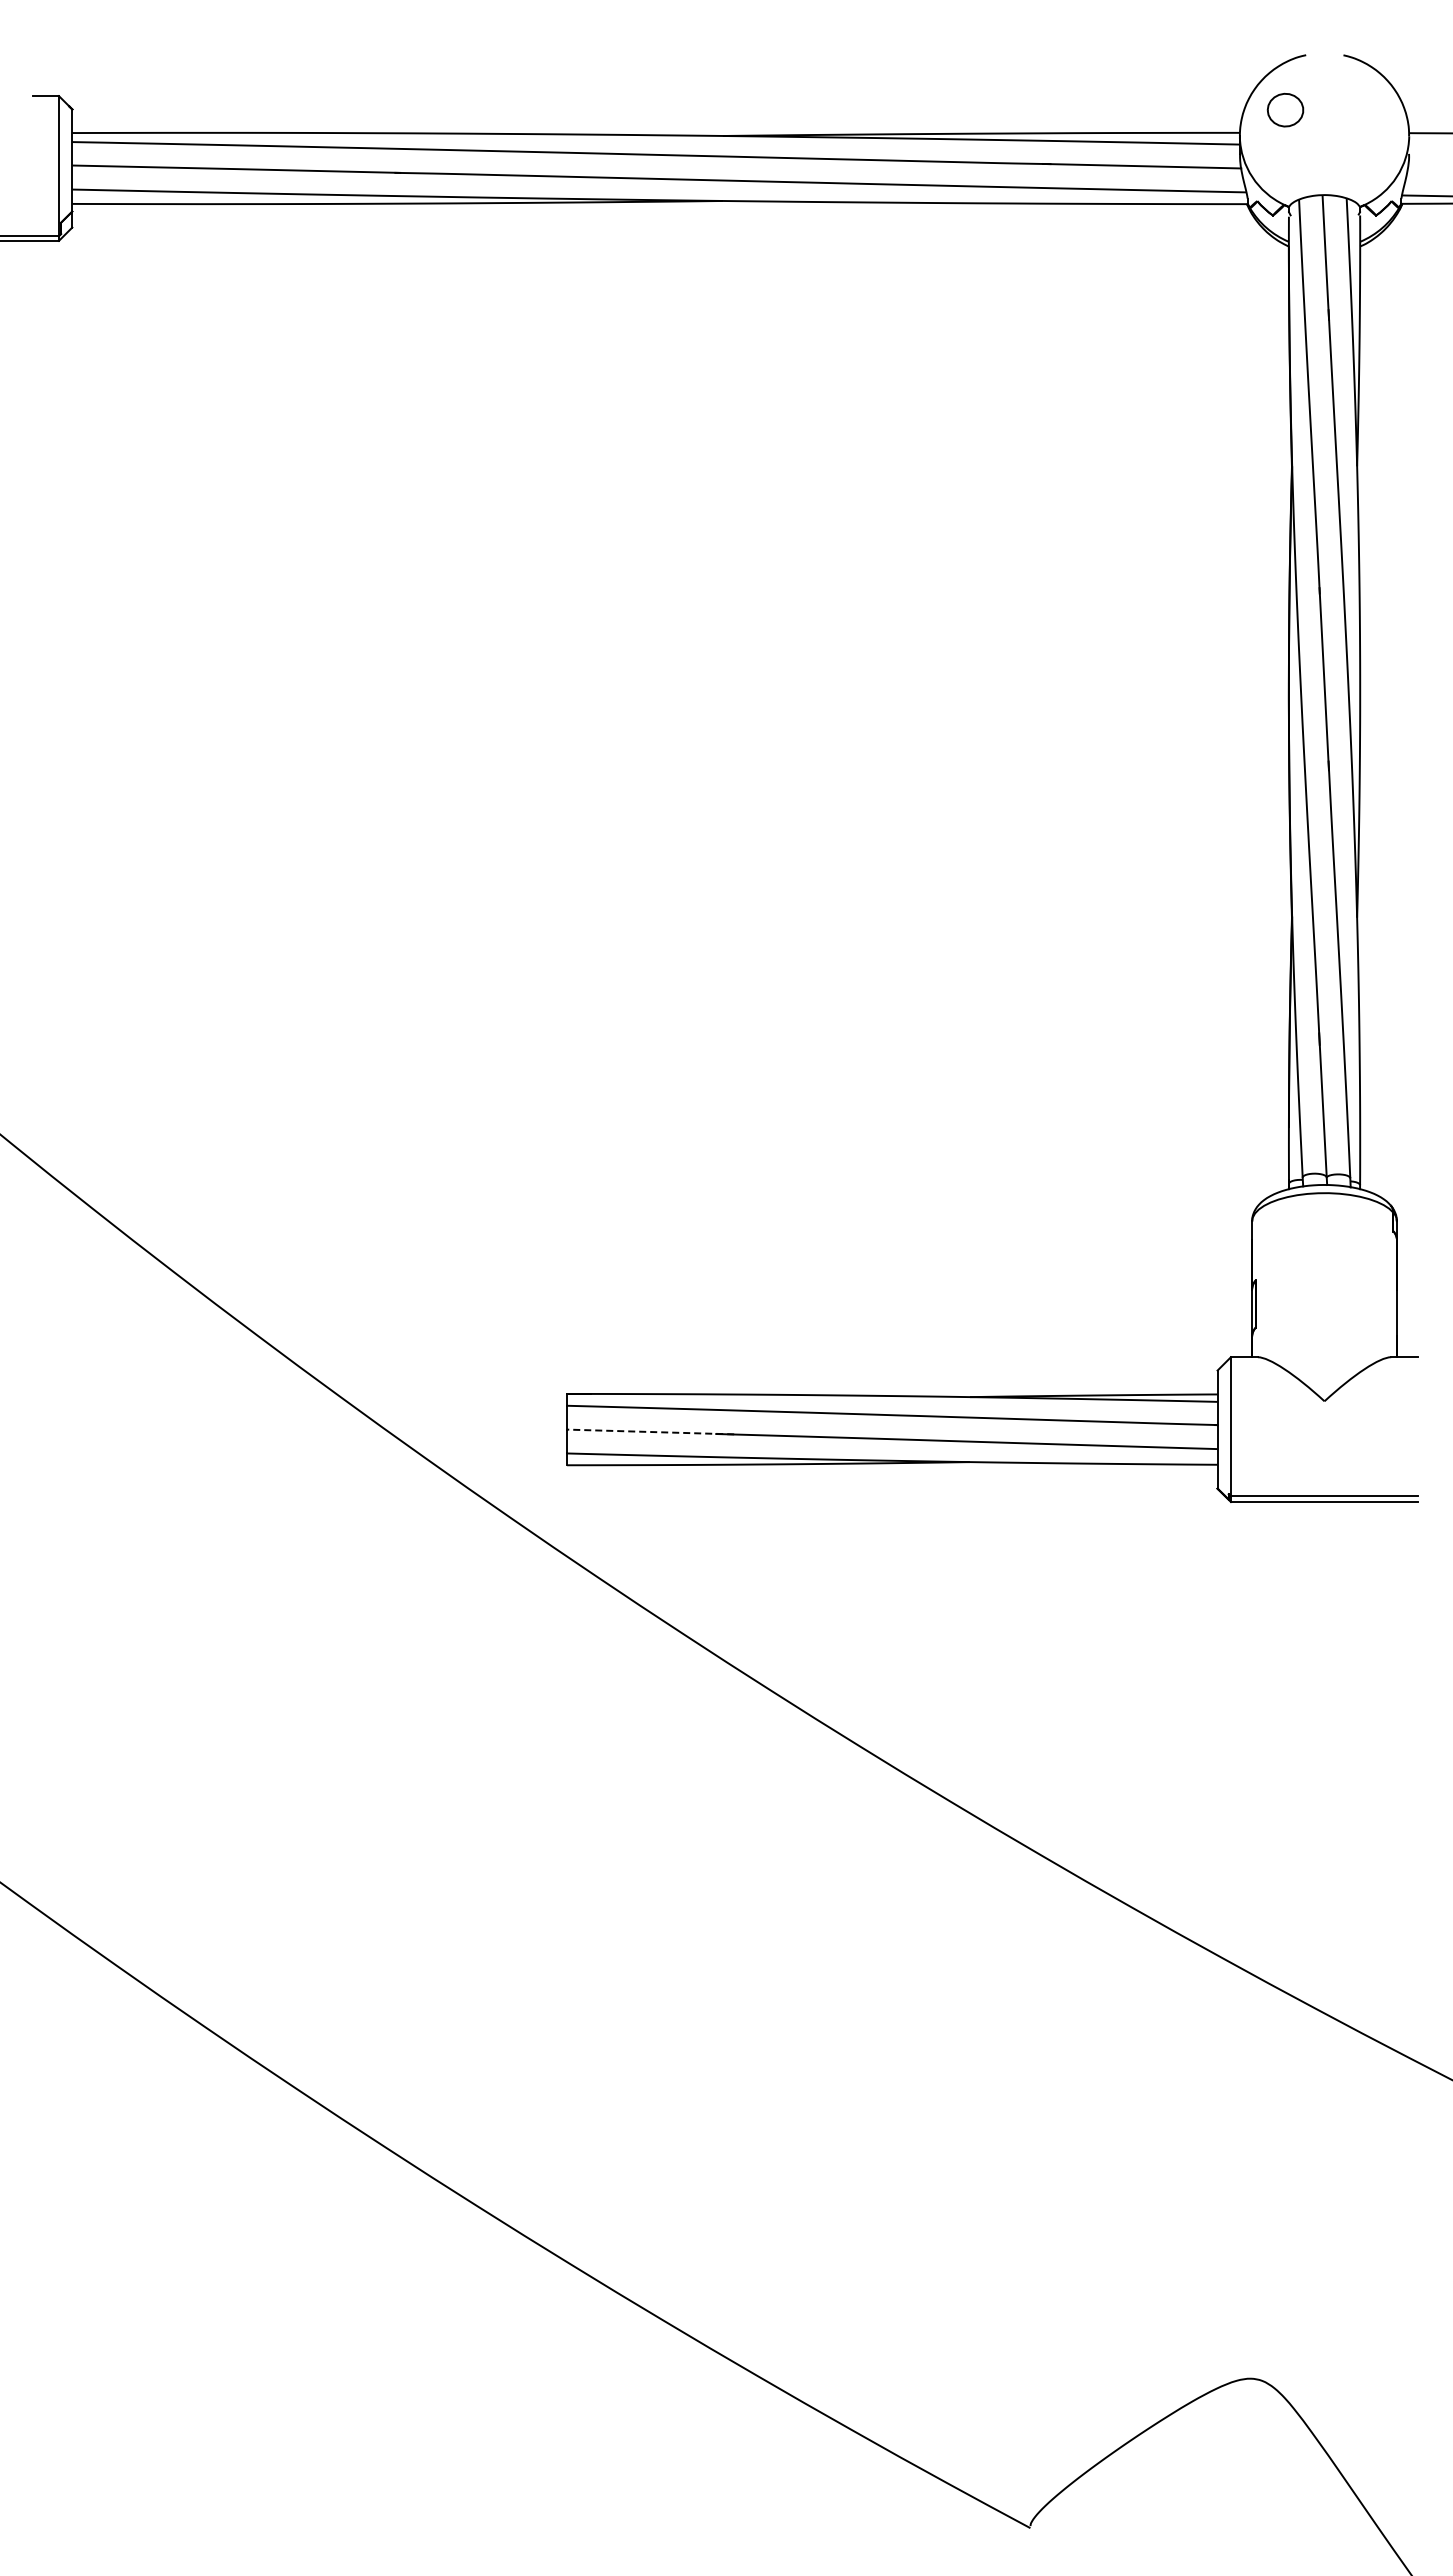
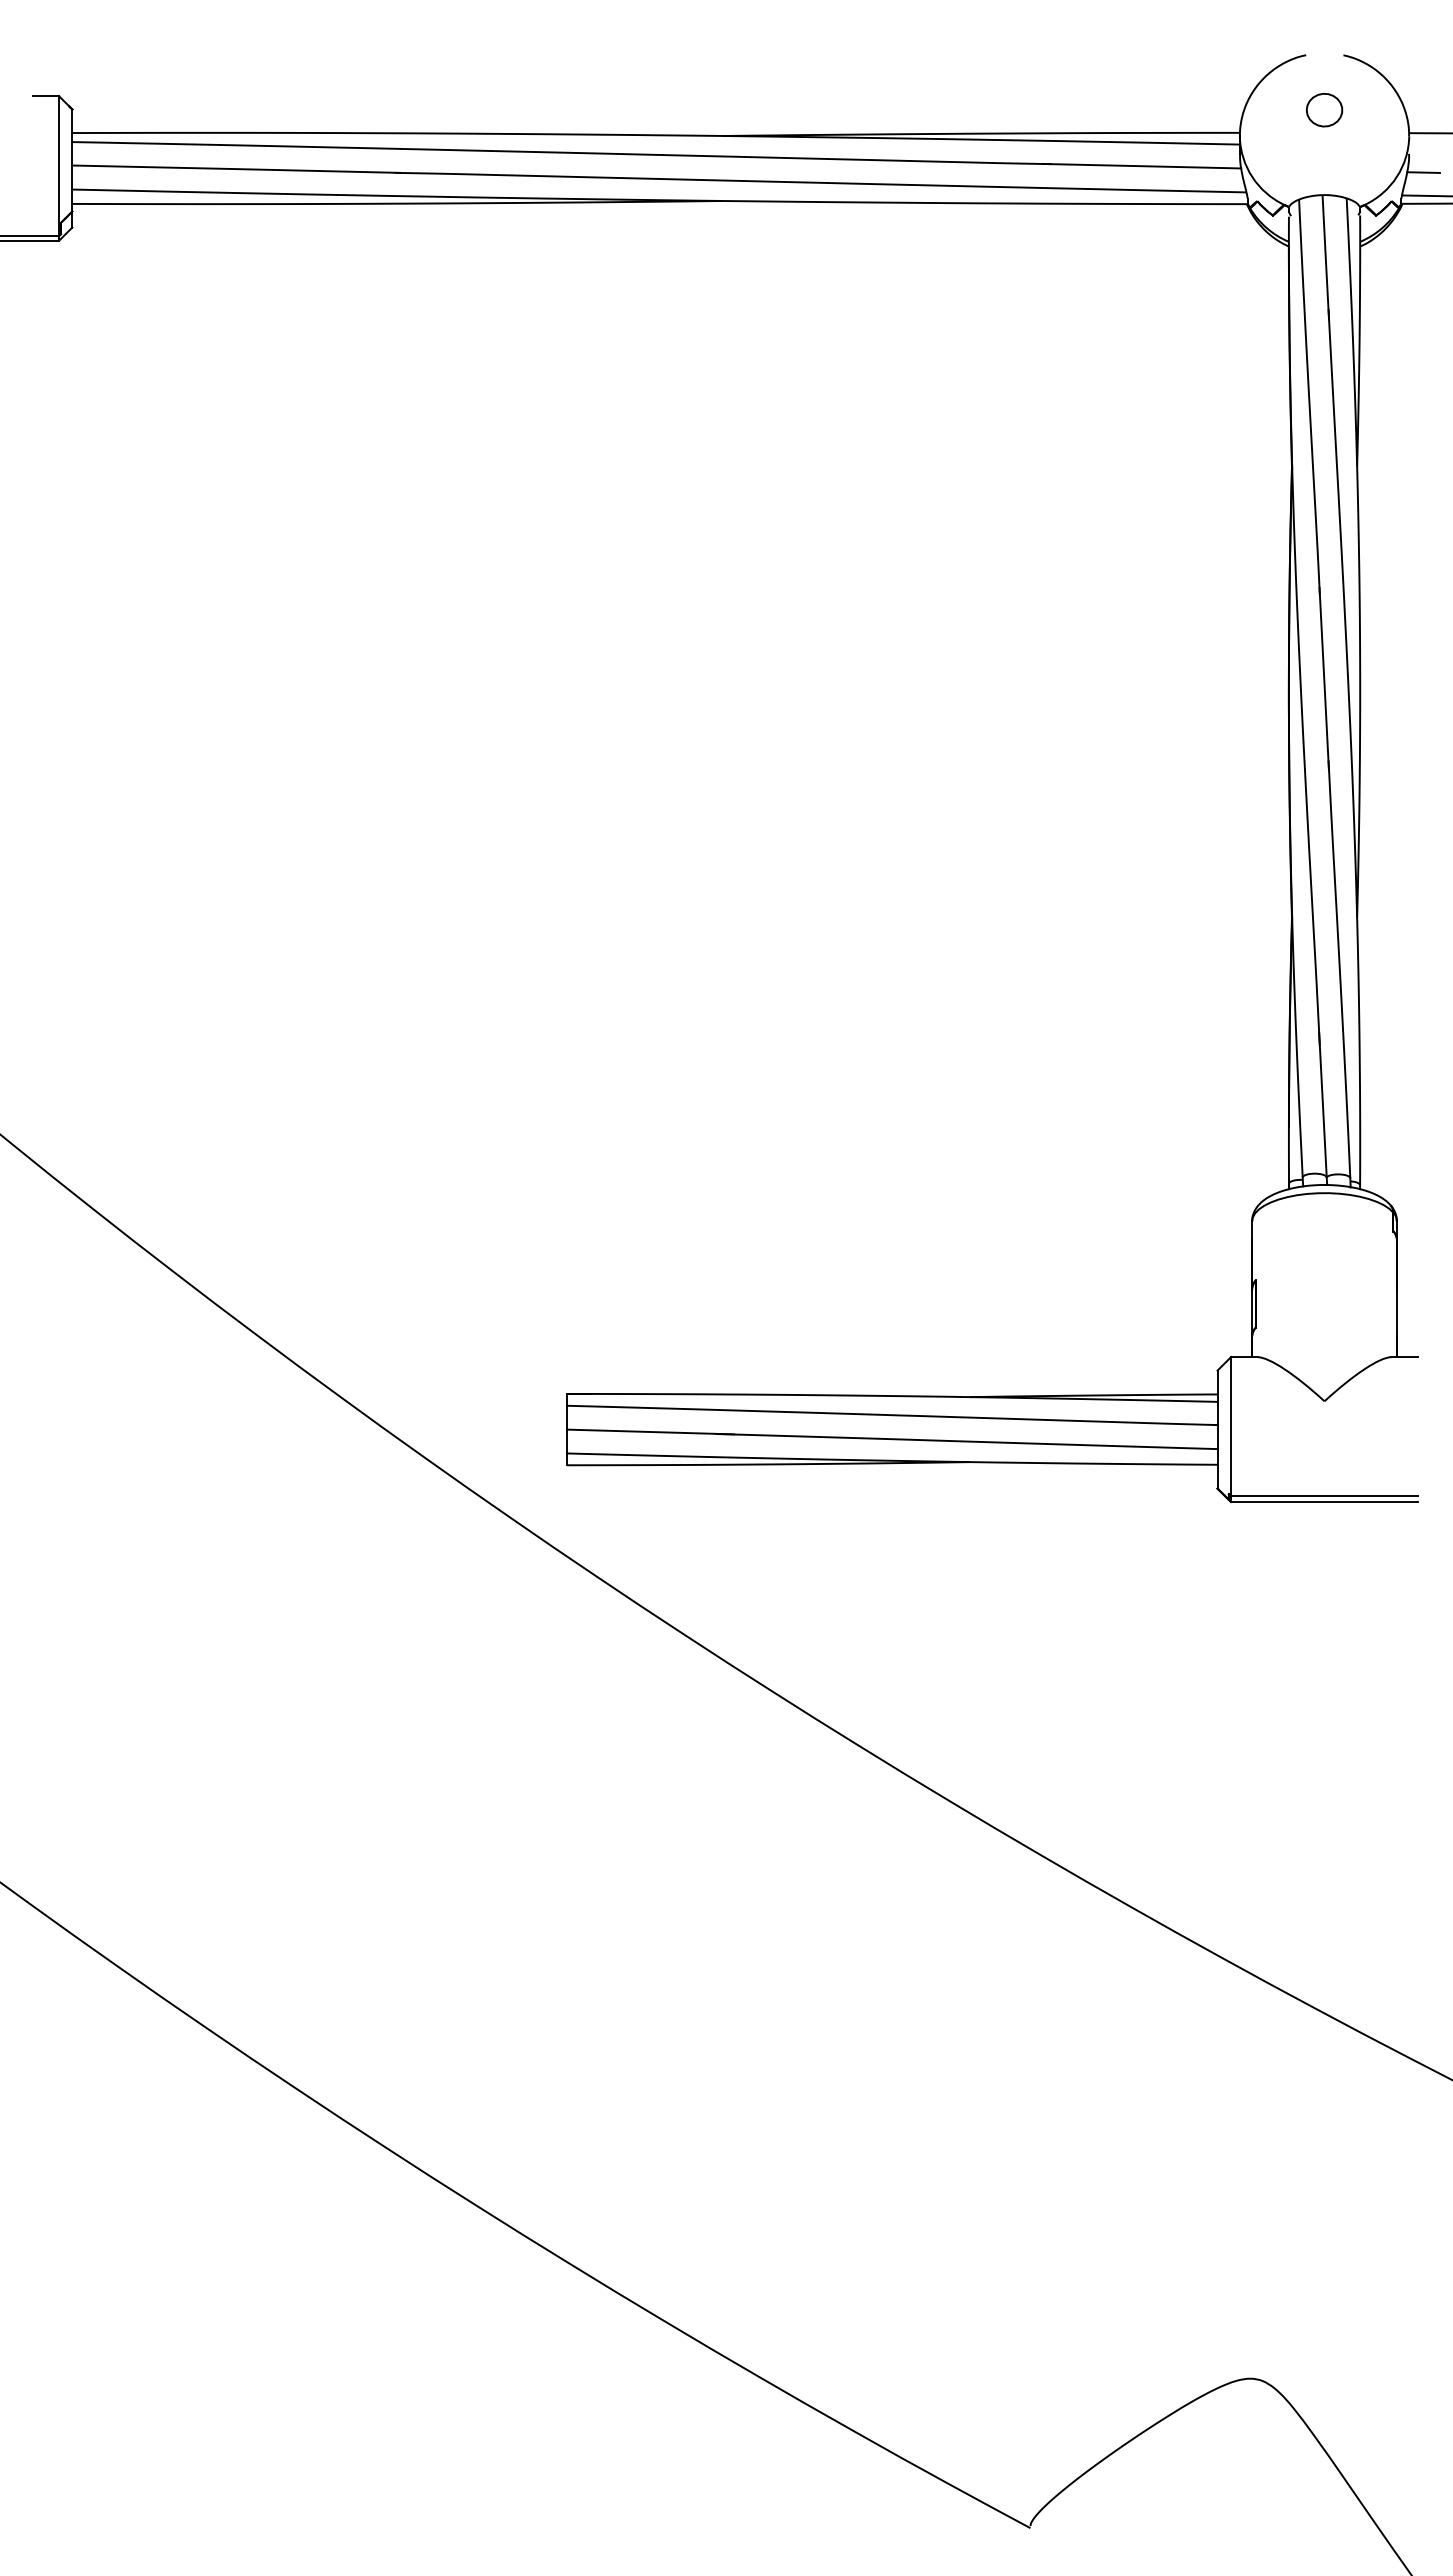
part at (1285, 109) position: (1285, 109) -> (1324, 109)
line at (1423, 172): none -> present
line at (650, 1432): dashed -> solid
